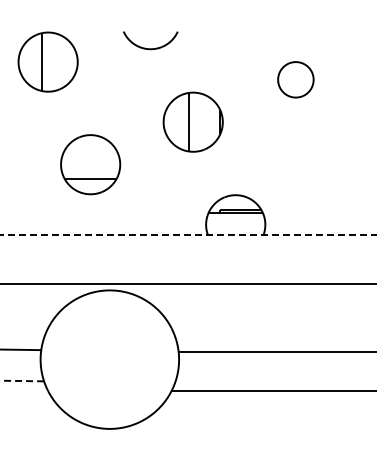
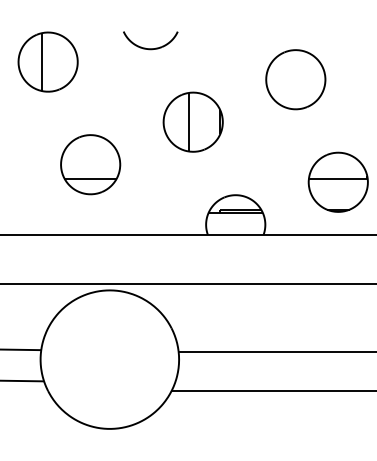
part at (295, 79) size: 38x38 px -> 62x62 px
part at (337, 181): none -> present
line at (188, 234): dashed -> solid
line at (22, 381): dashed -> solid
